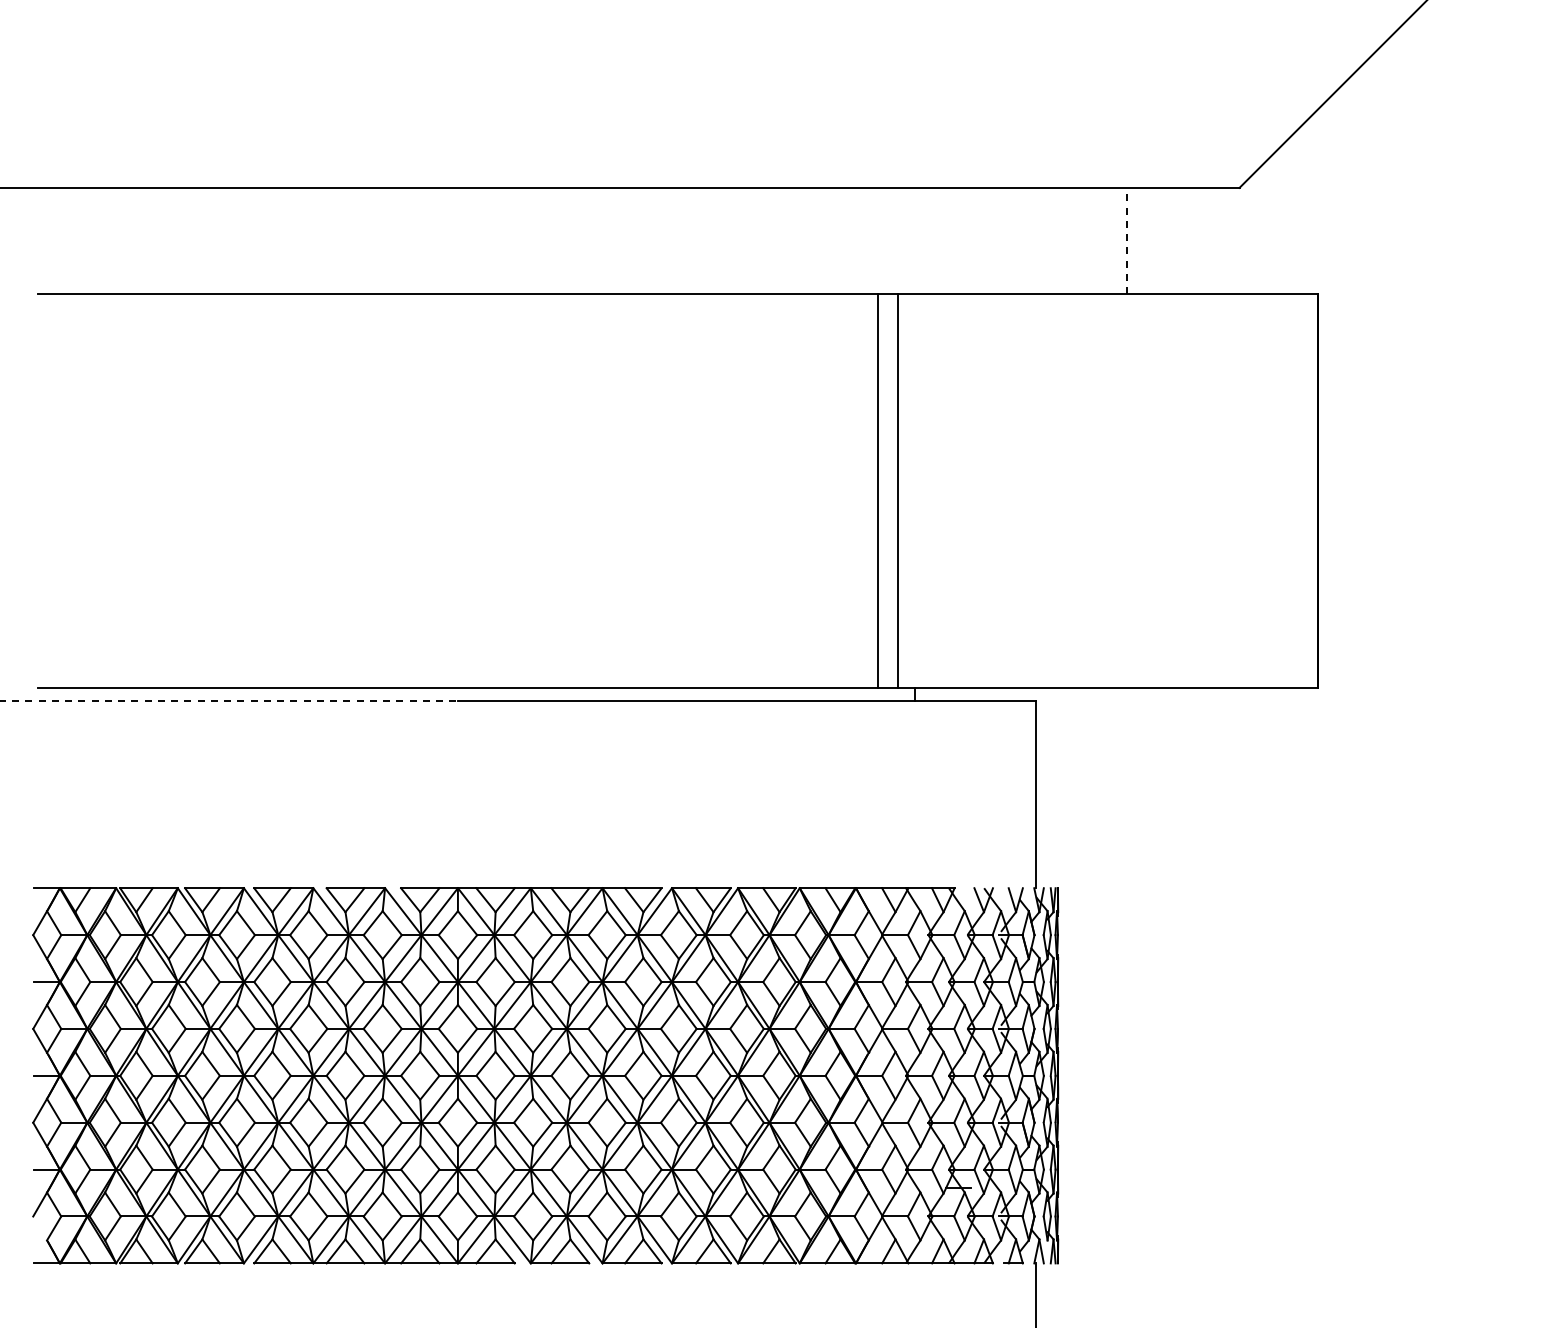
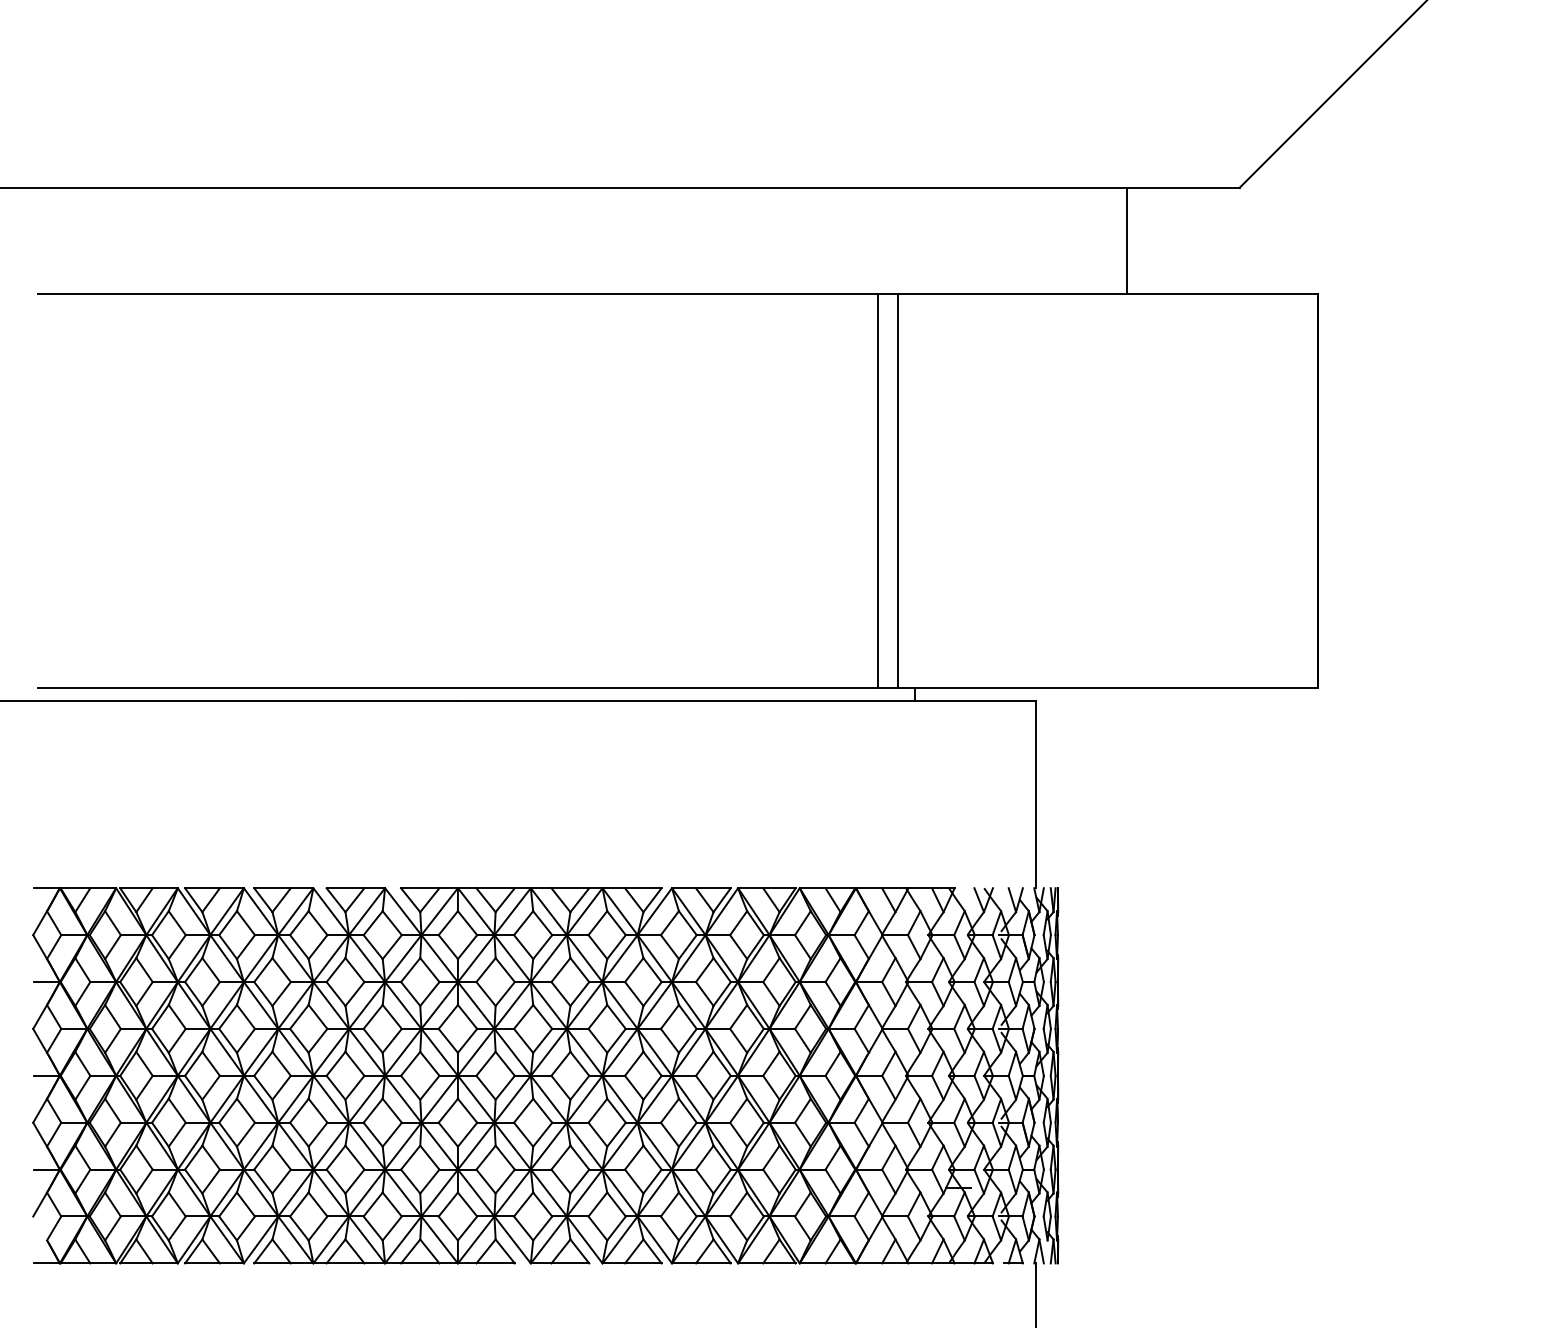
line at (1126, 240): dashed -> solid
line at (229, 700): dashed -> solid
